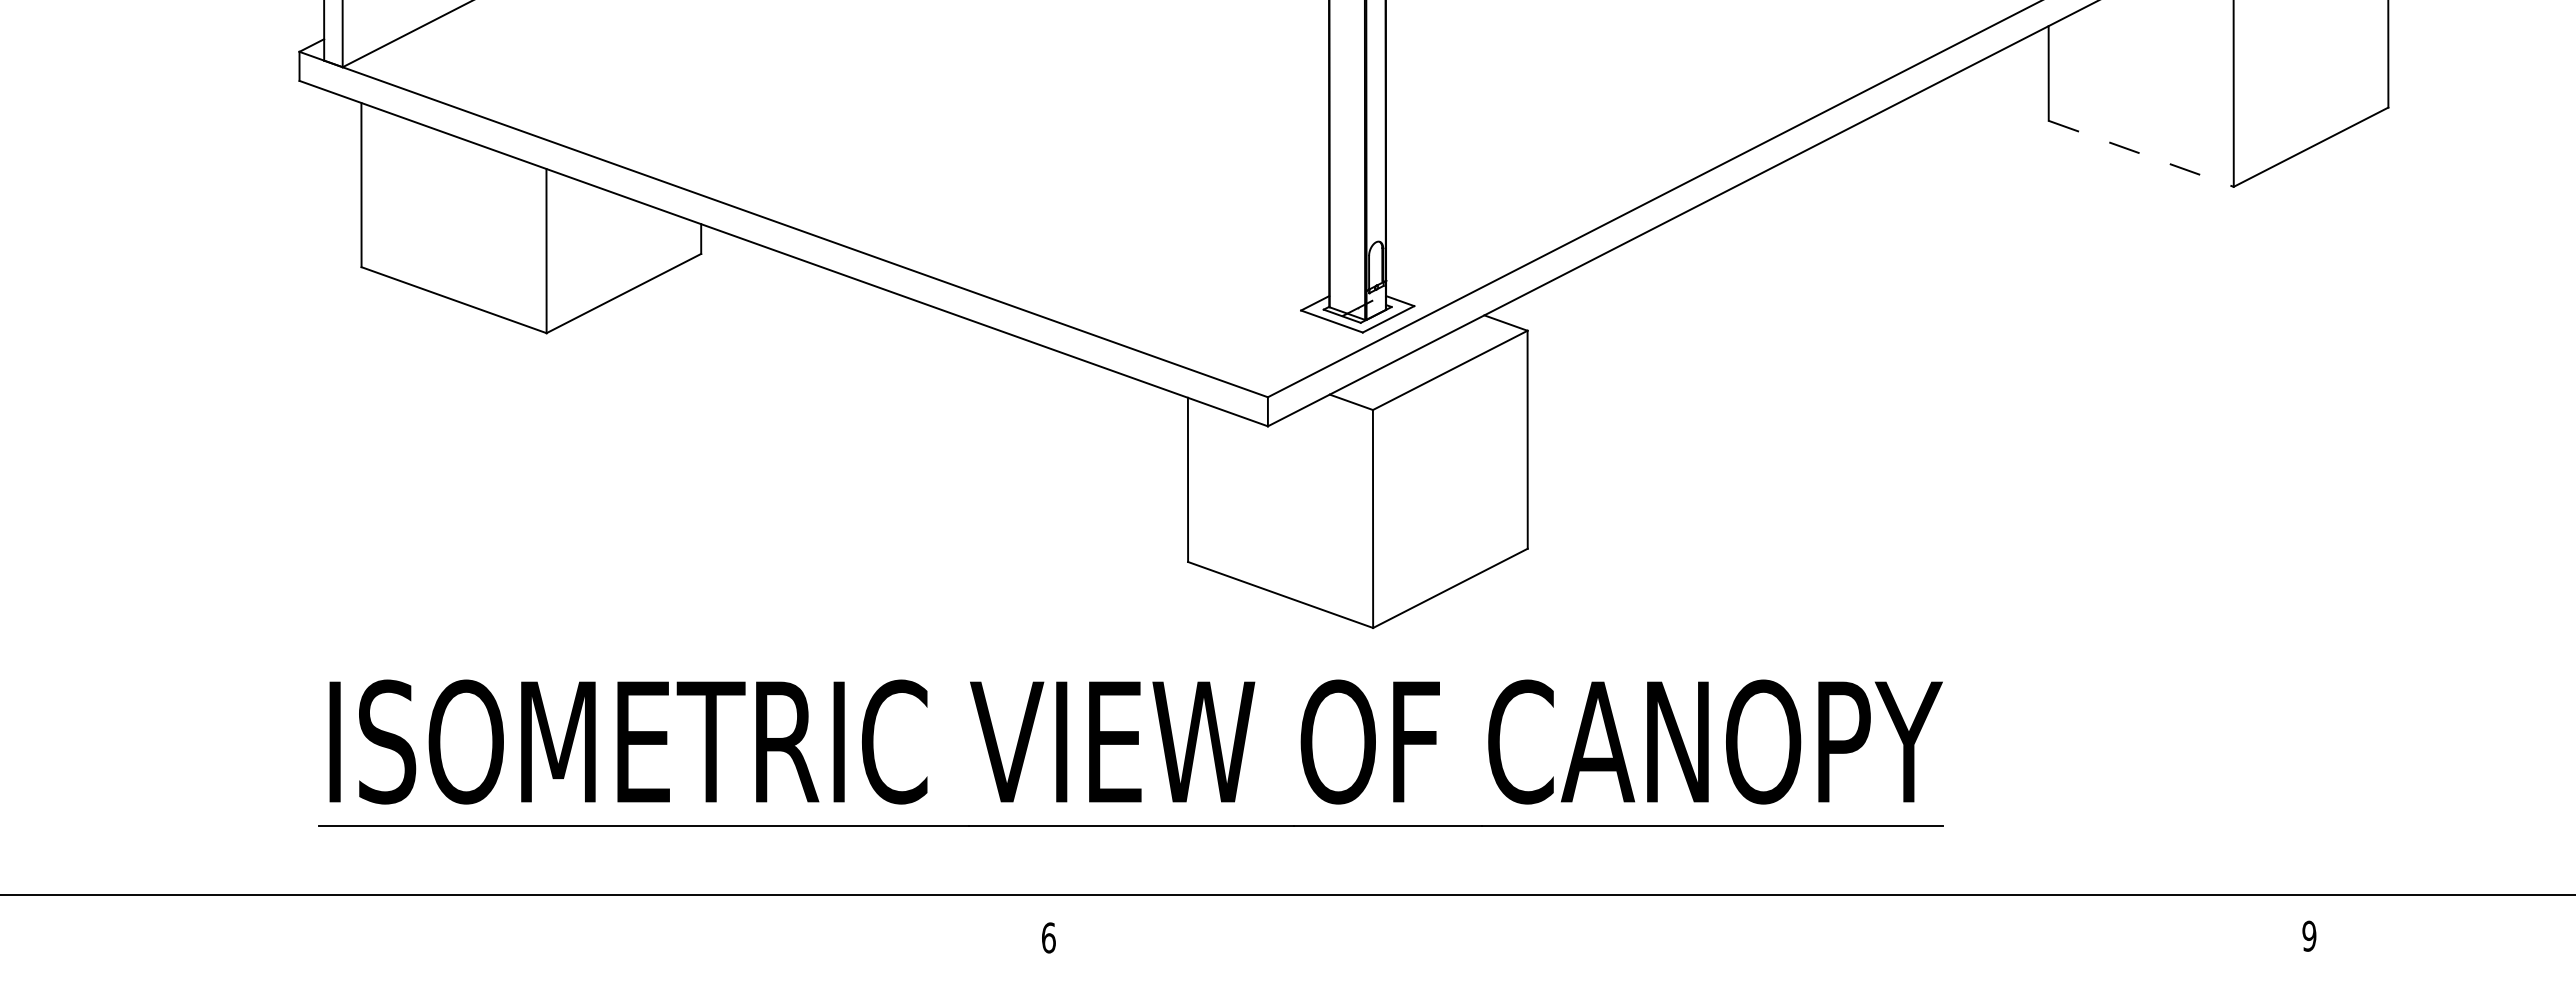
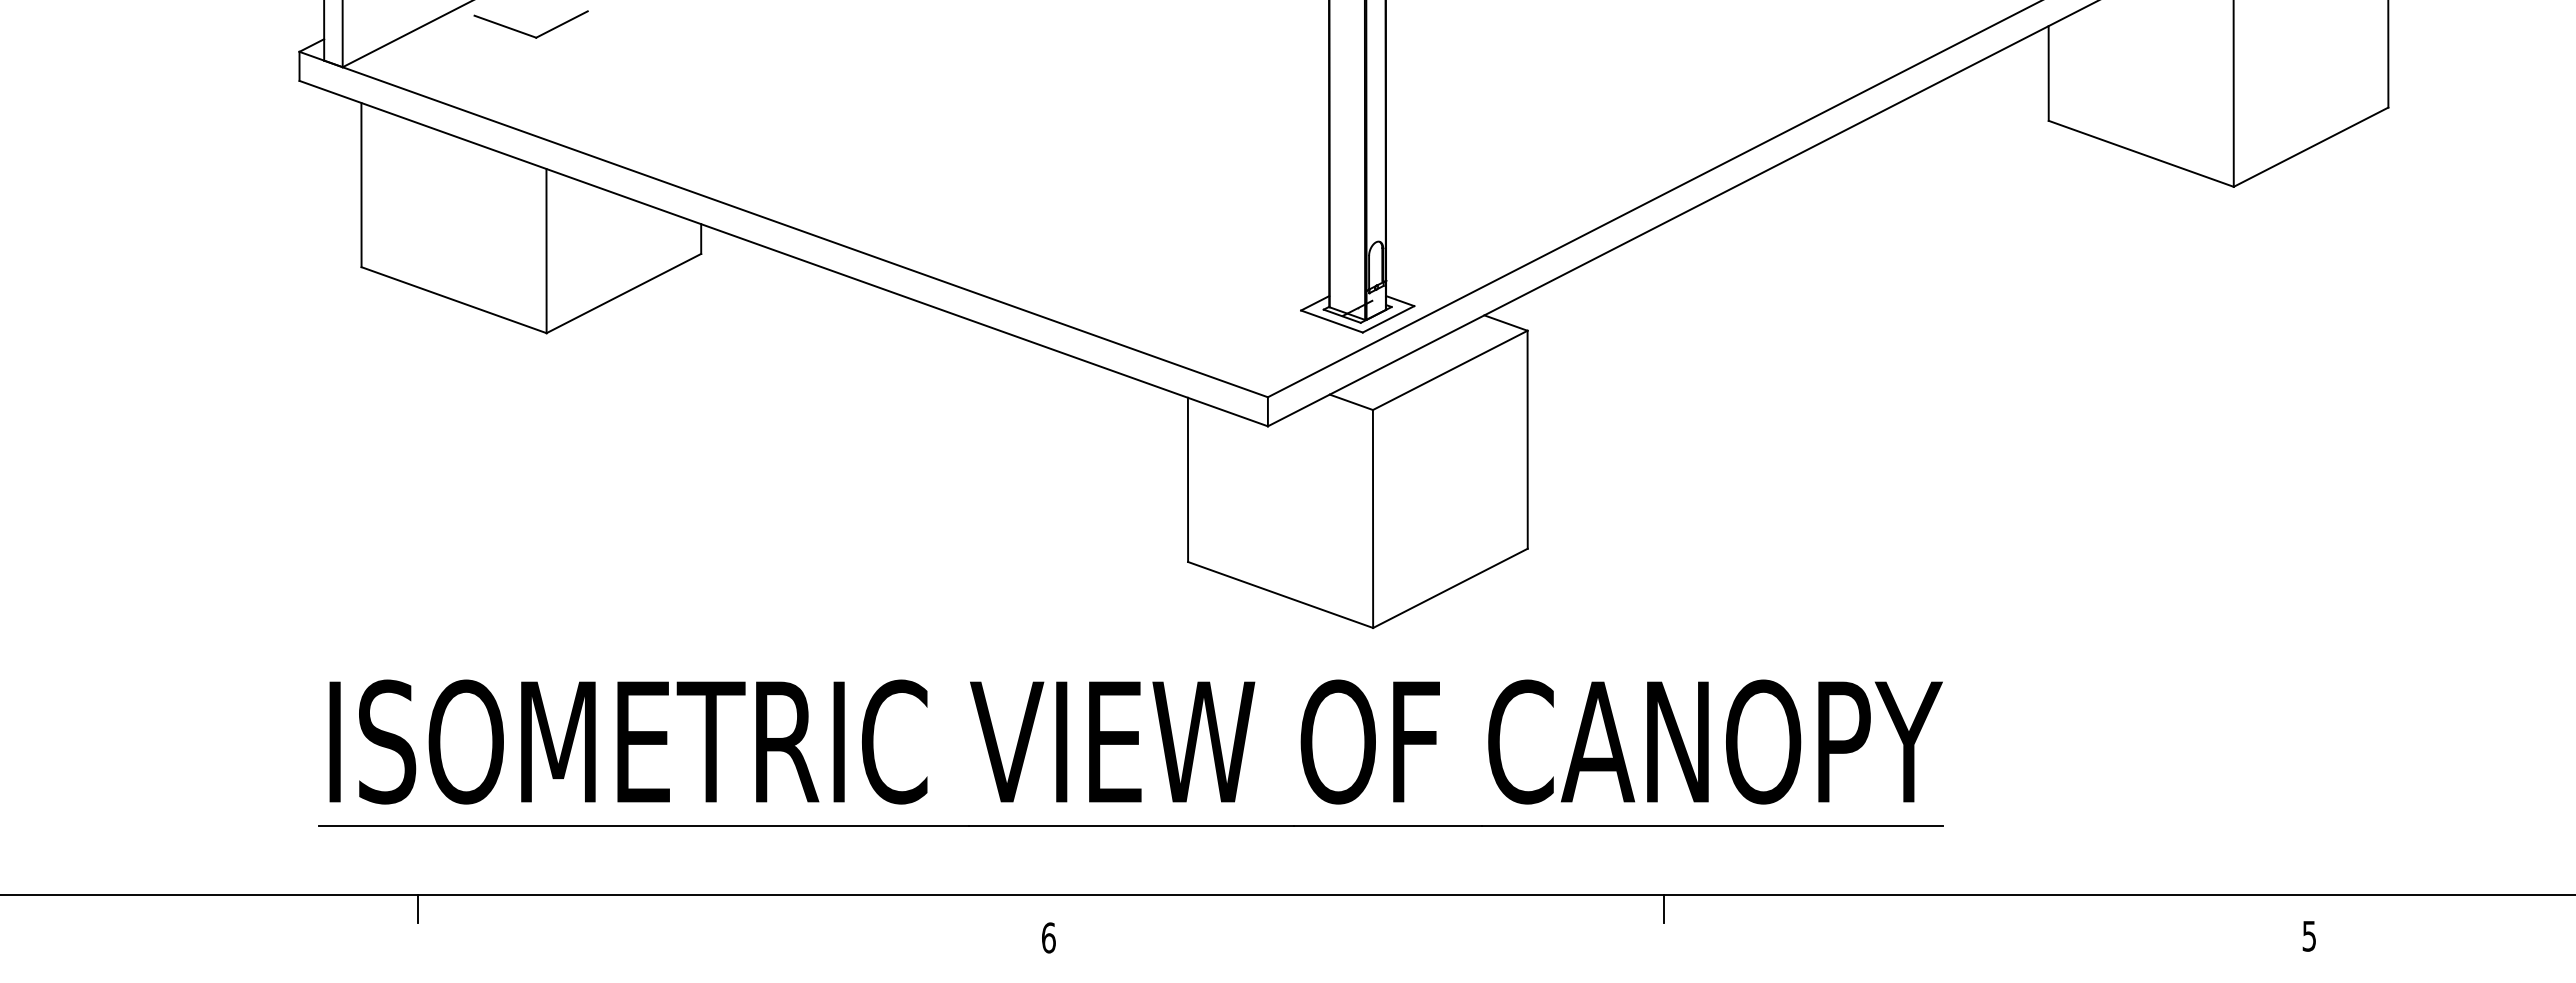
part at (525, 32): none -> present
line at (2141, 154): dashed -> solid
line at (418, 908): none -> present
line at (1664, 908): none -> present
text at (2309, 935): 9 -> 5
